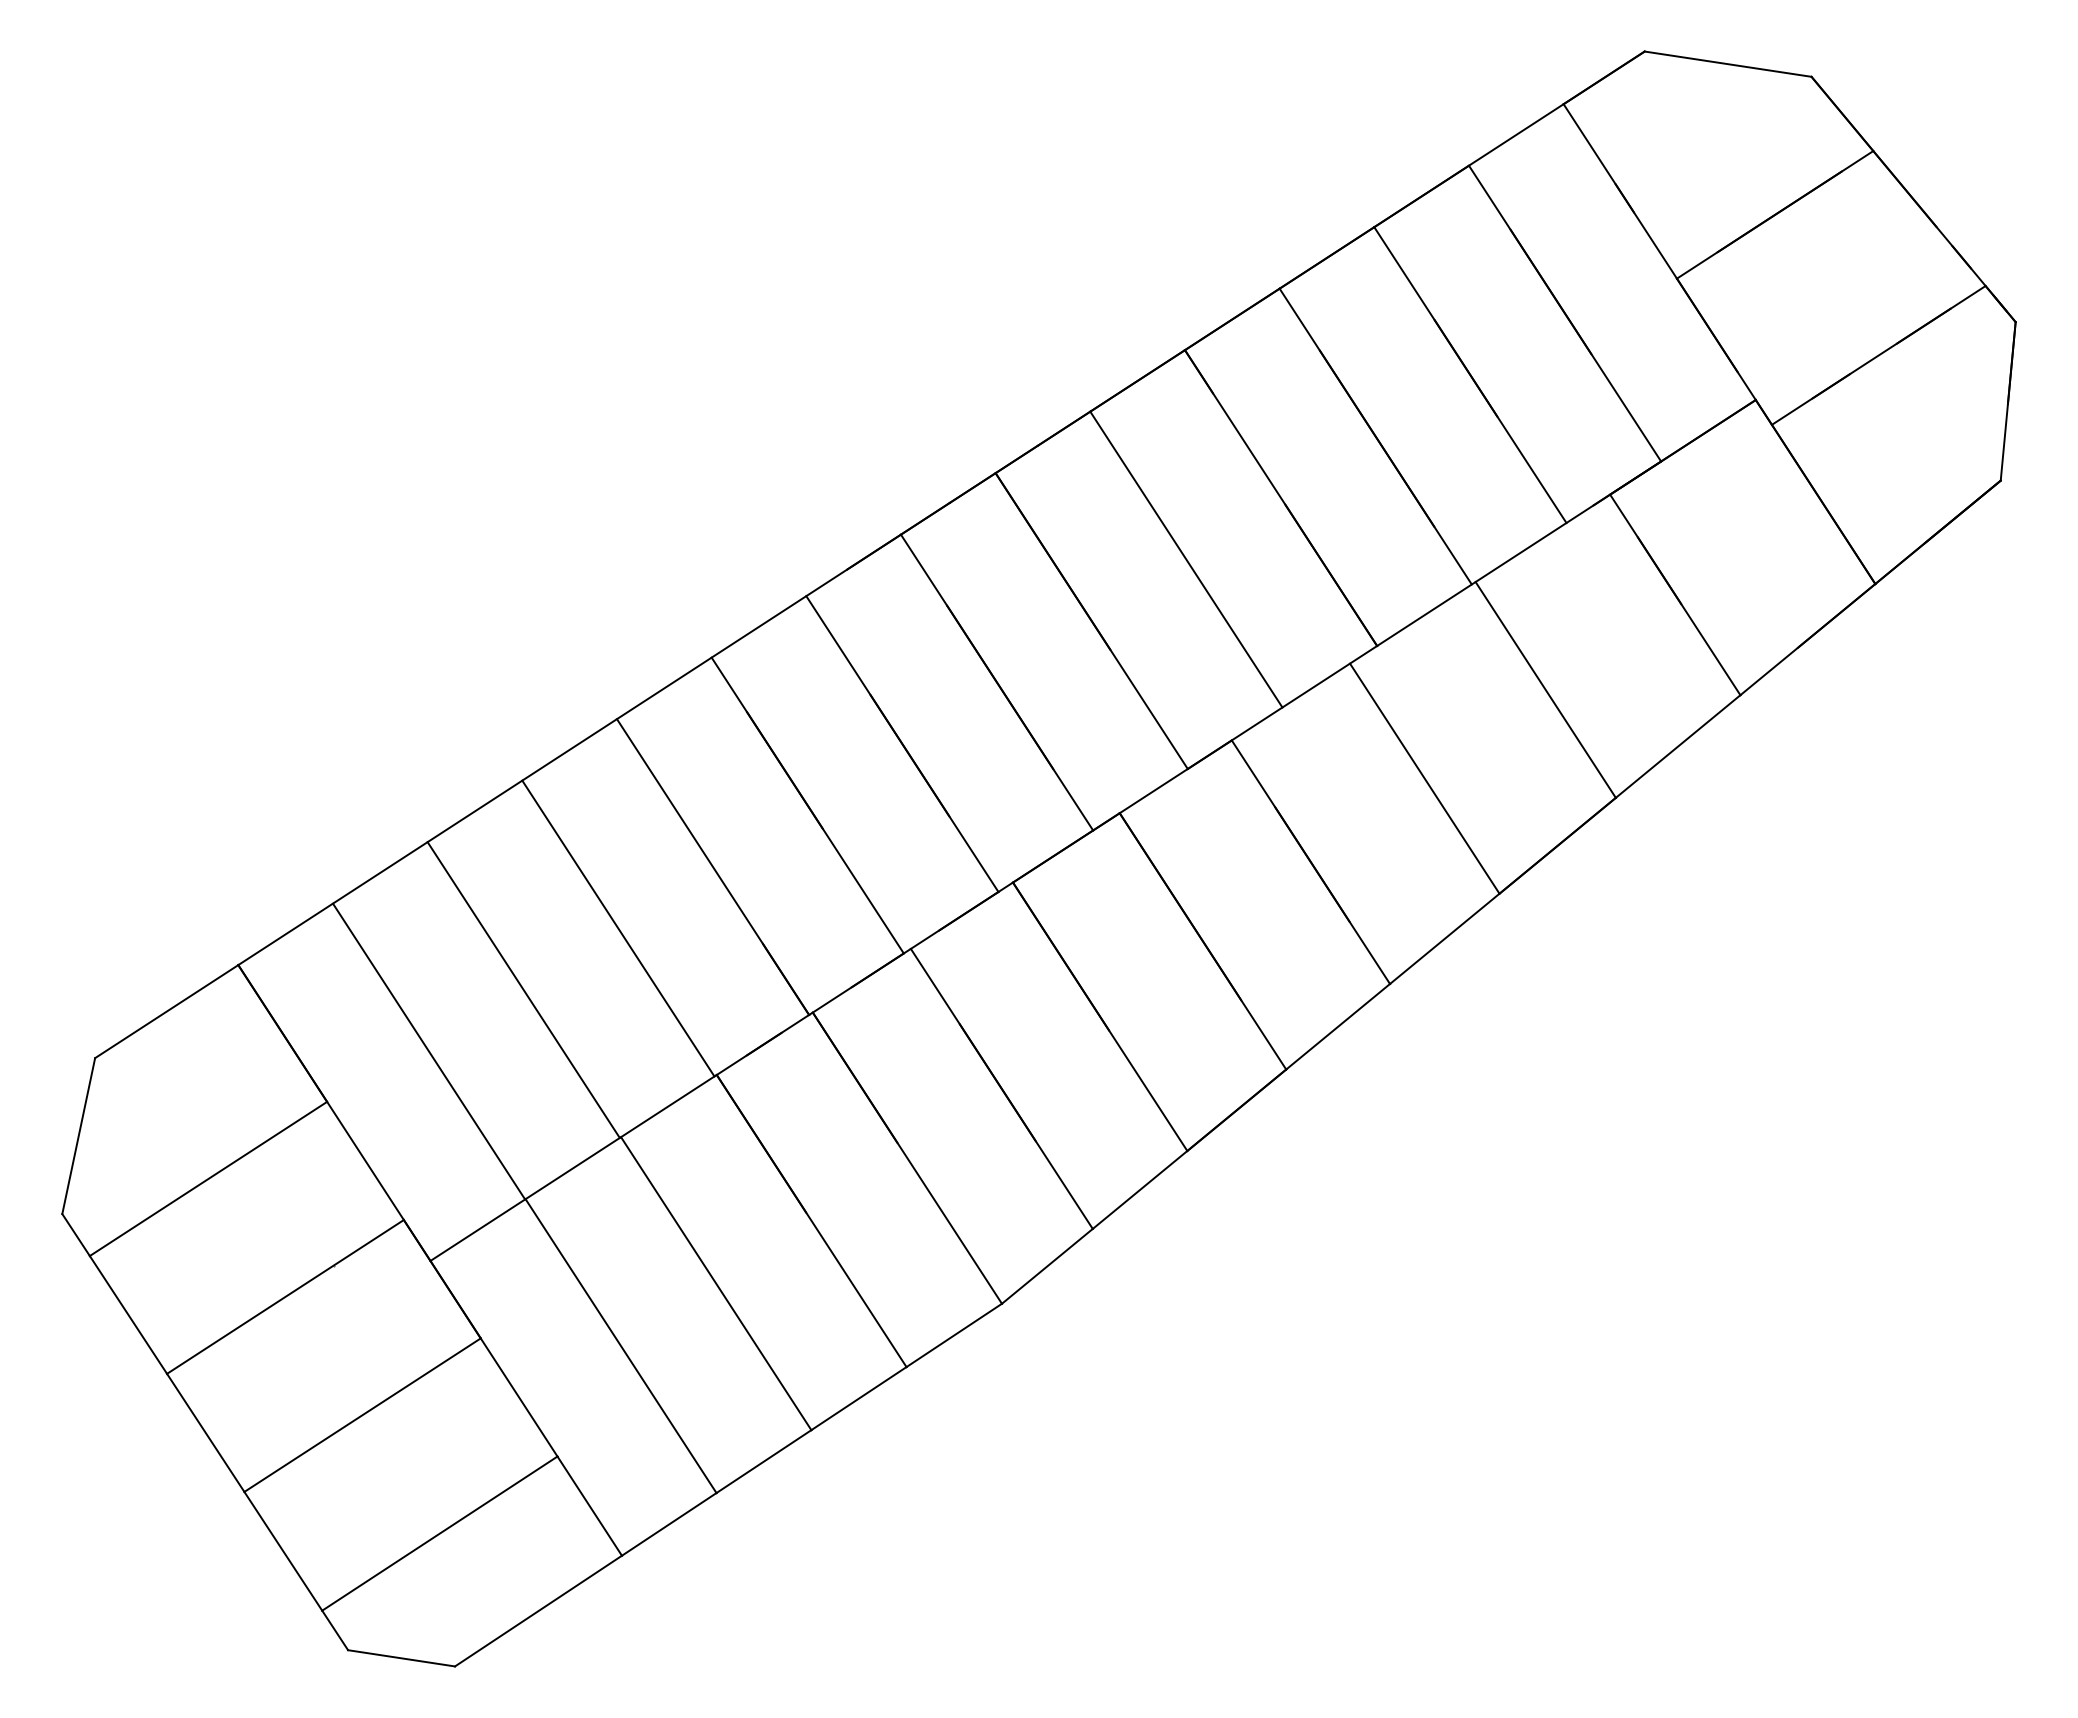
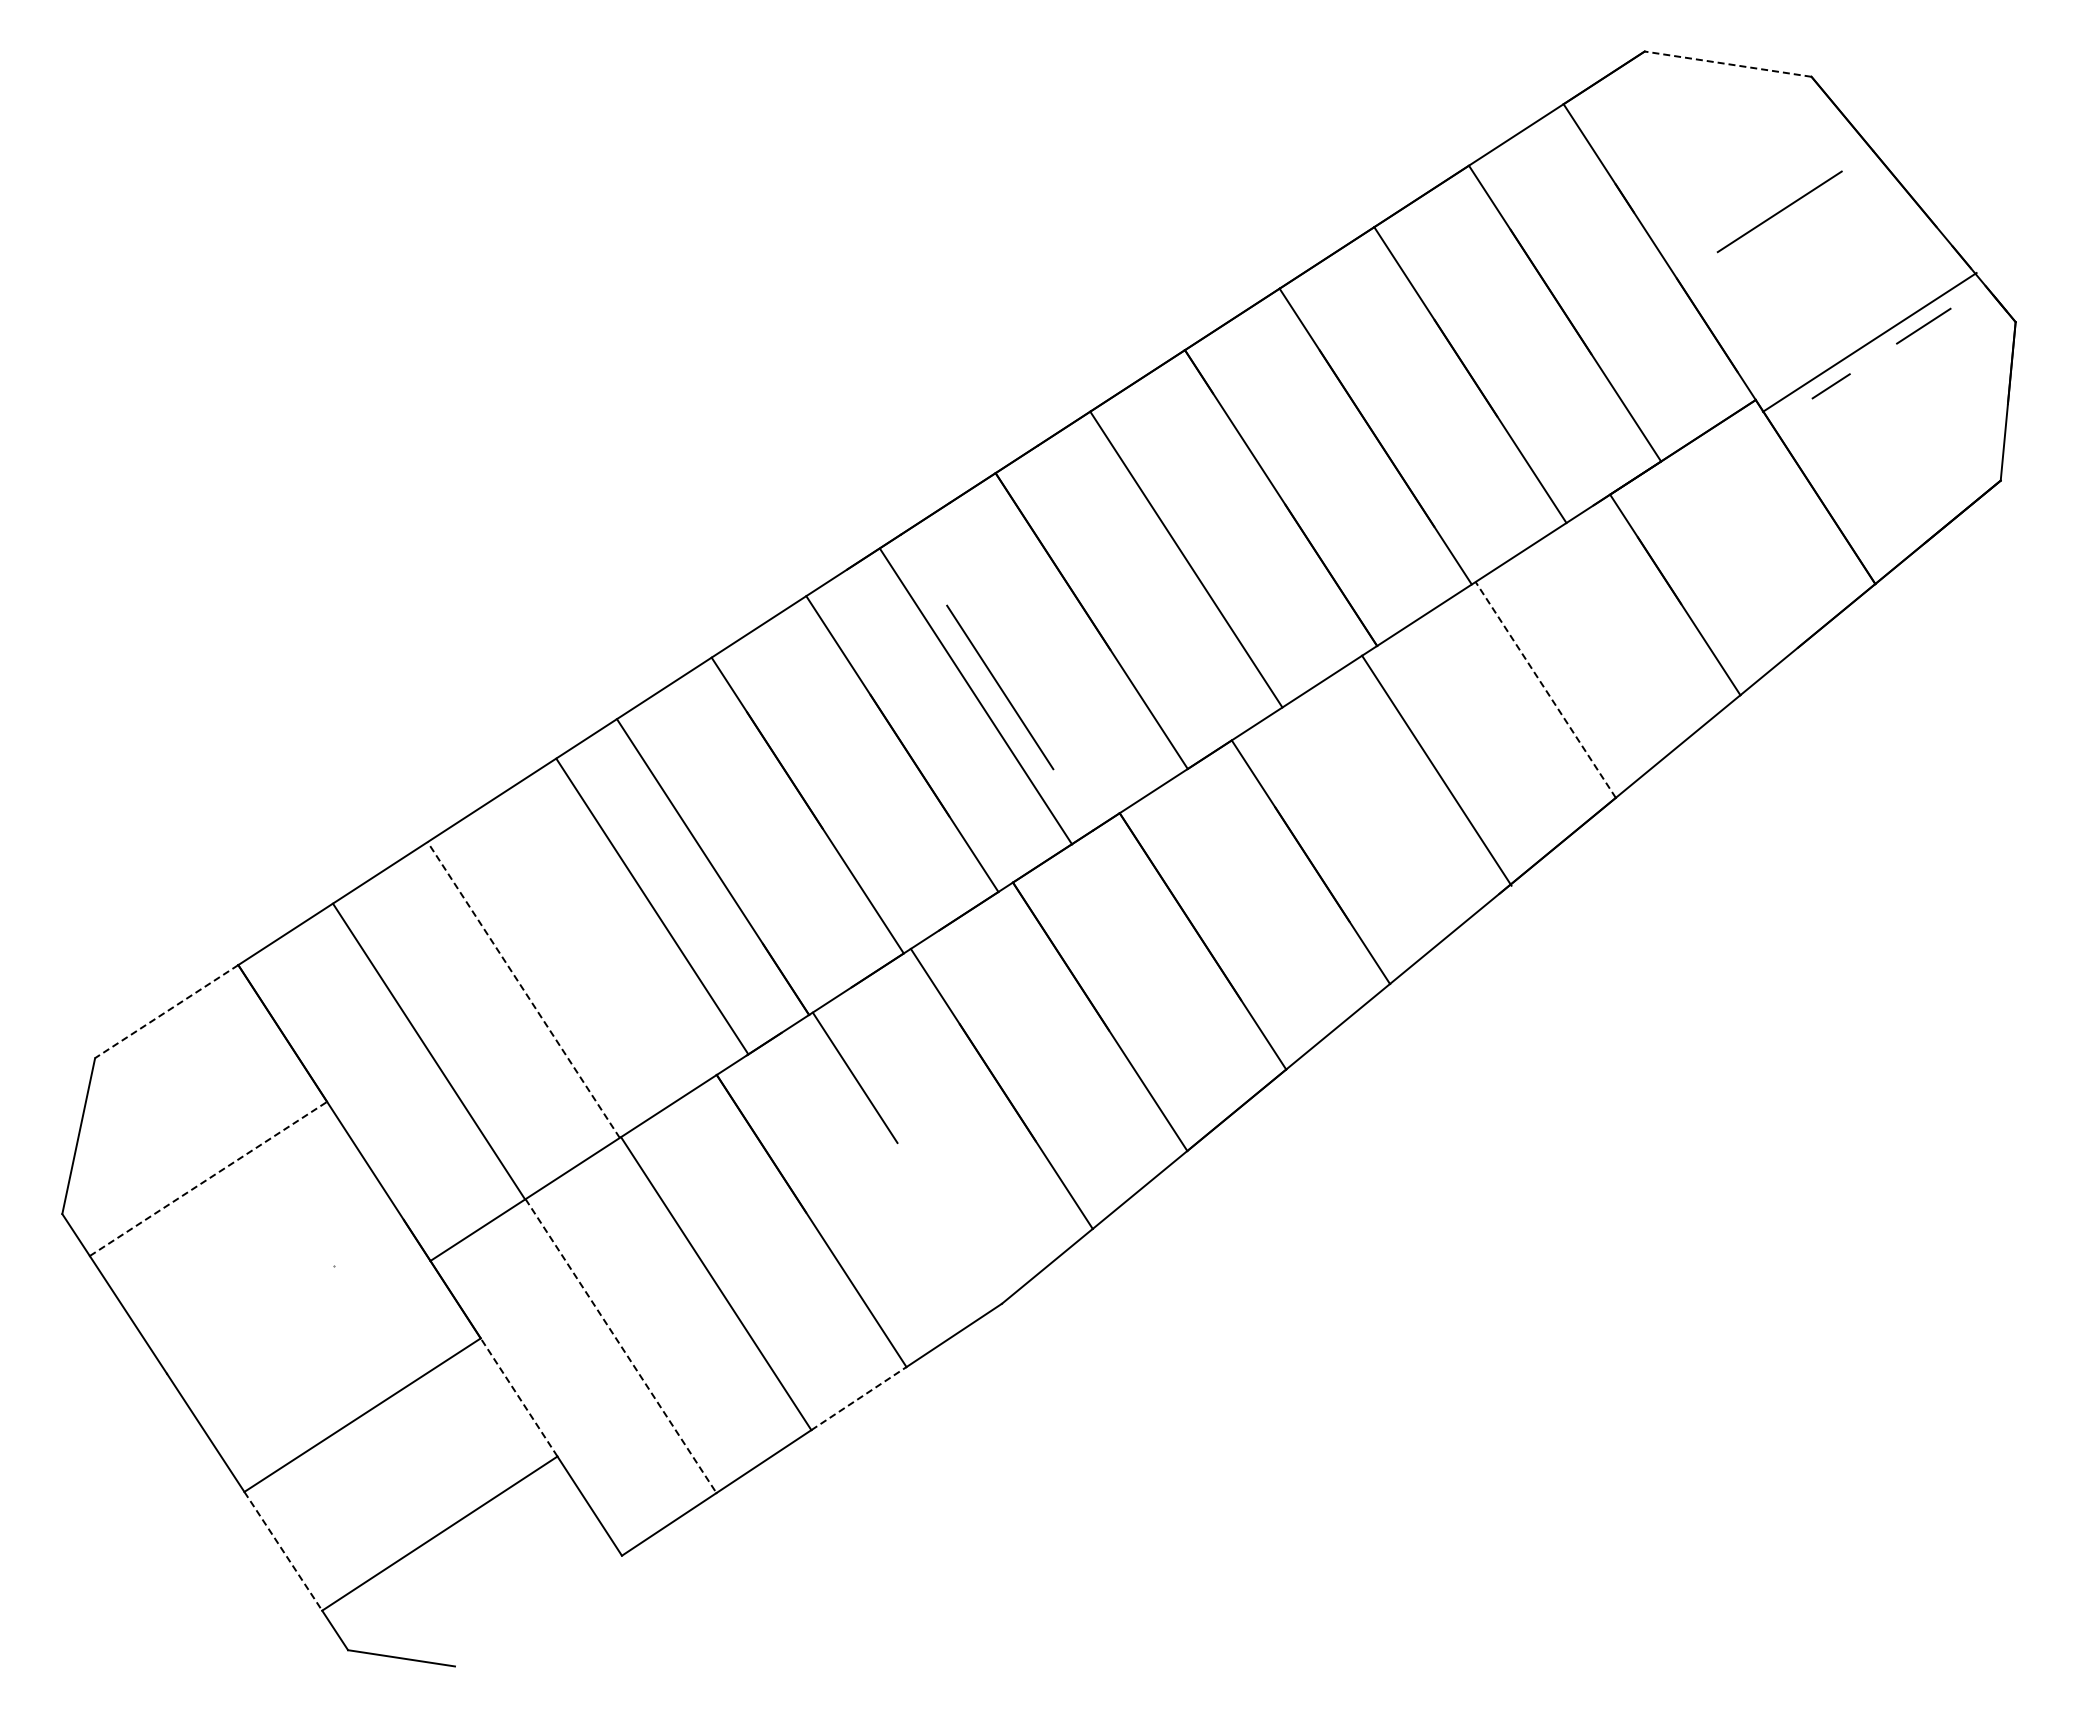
line at (1727, 64): solid -> dashed
line at (1774, 214): present -> none
line at (1878, 355) position: (1878, 355) -> (1869, 342)
line at (996, 682) position: (996, 682) -> (975, 696)
line at (1545, 689): solid -> dashed
line at (1424, 778) position: (1424, 778) -> (1436, 770)
line at (618, 928) position: (618, 928) -> (652, 906)
line at (523, 989): solid -> dashed
line at (166, 1011): solid -> dashed
line at (906, 1157): present -> none
line at (208, 1178): solid -> dashed
line at (285, 1296): present -> none
line at (621, 1346): solid -> dashed
line at (518, 1397): solid -> dashed
line at (859, 1398): solid -> dashed
line at (283, 1551): solid -> dashed
line at (538, 1610): present -> none
